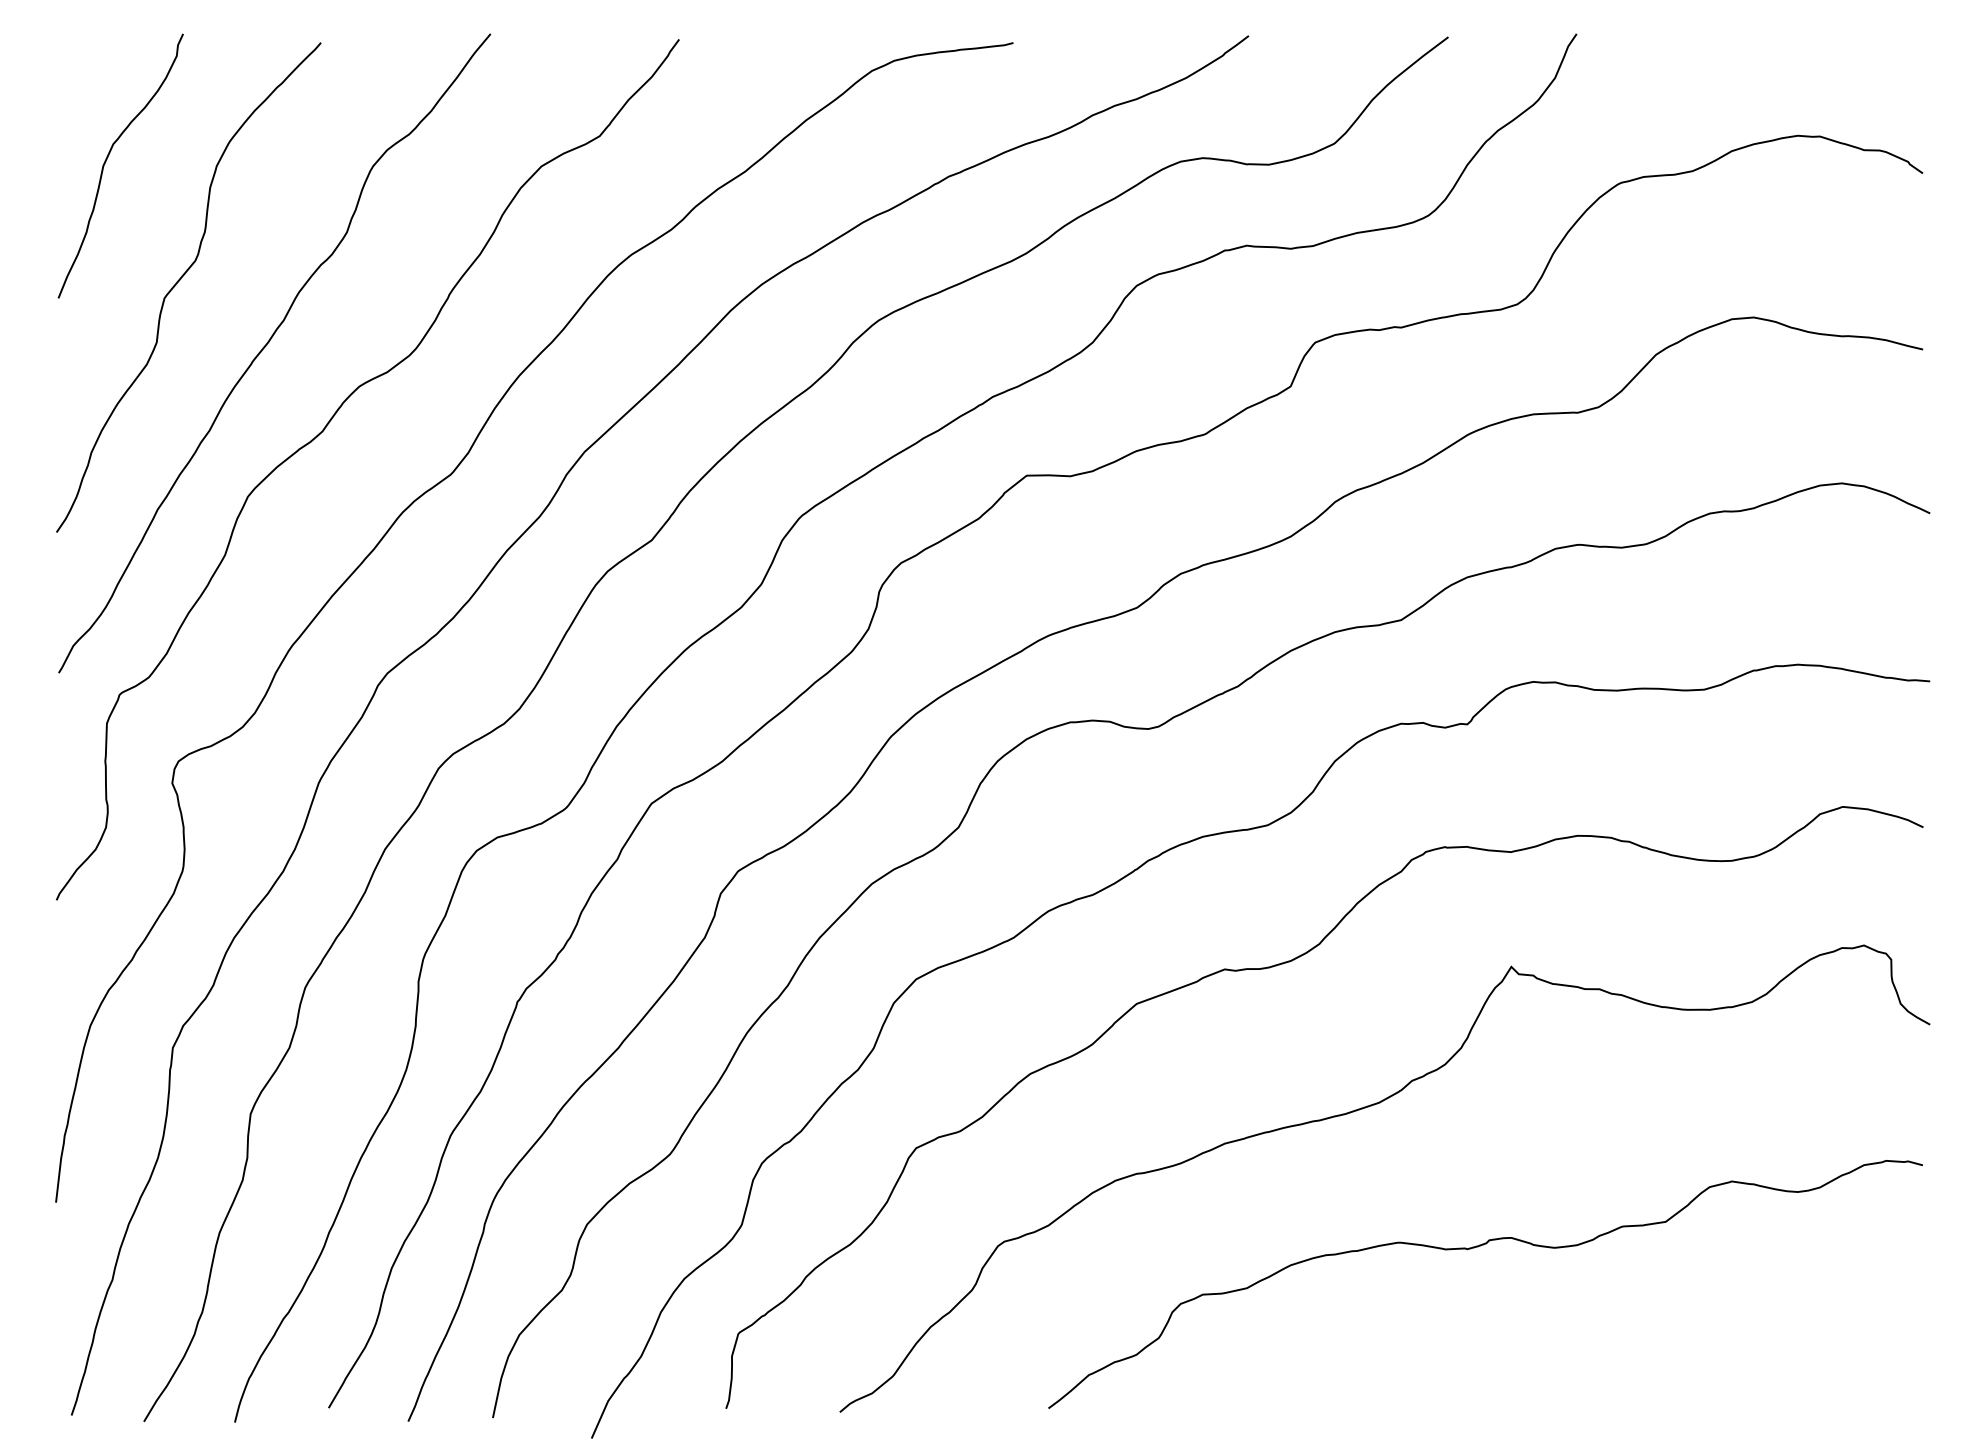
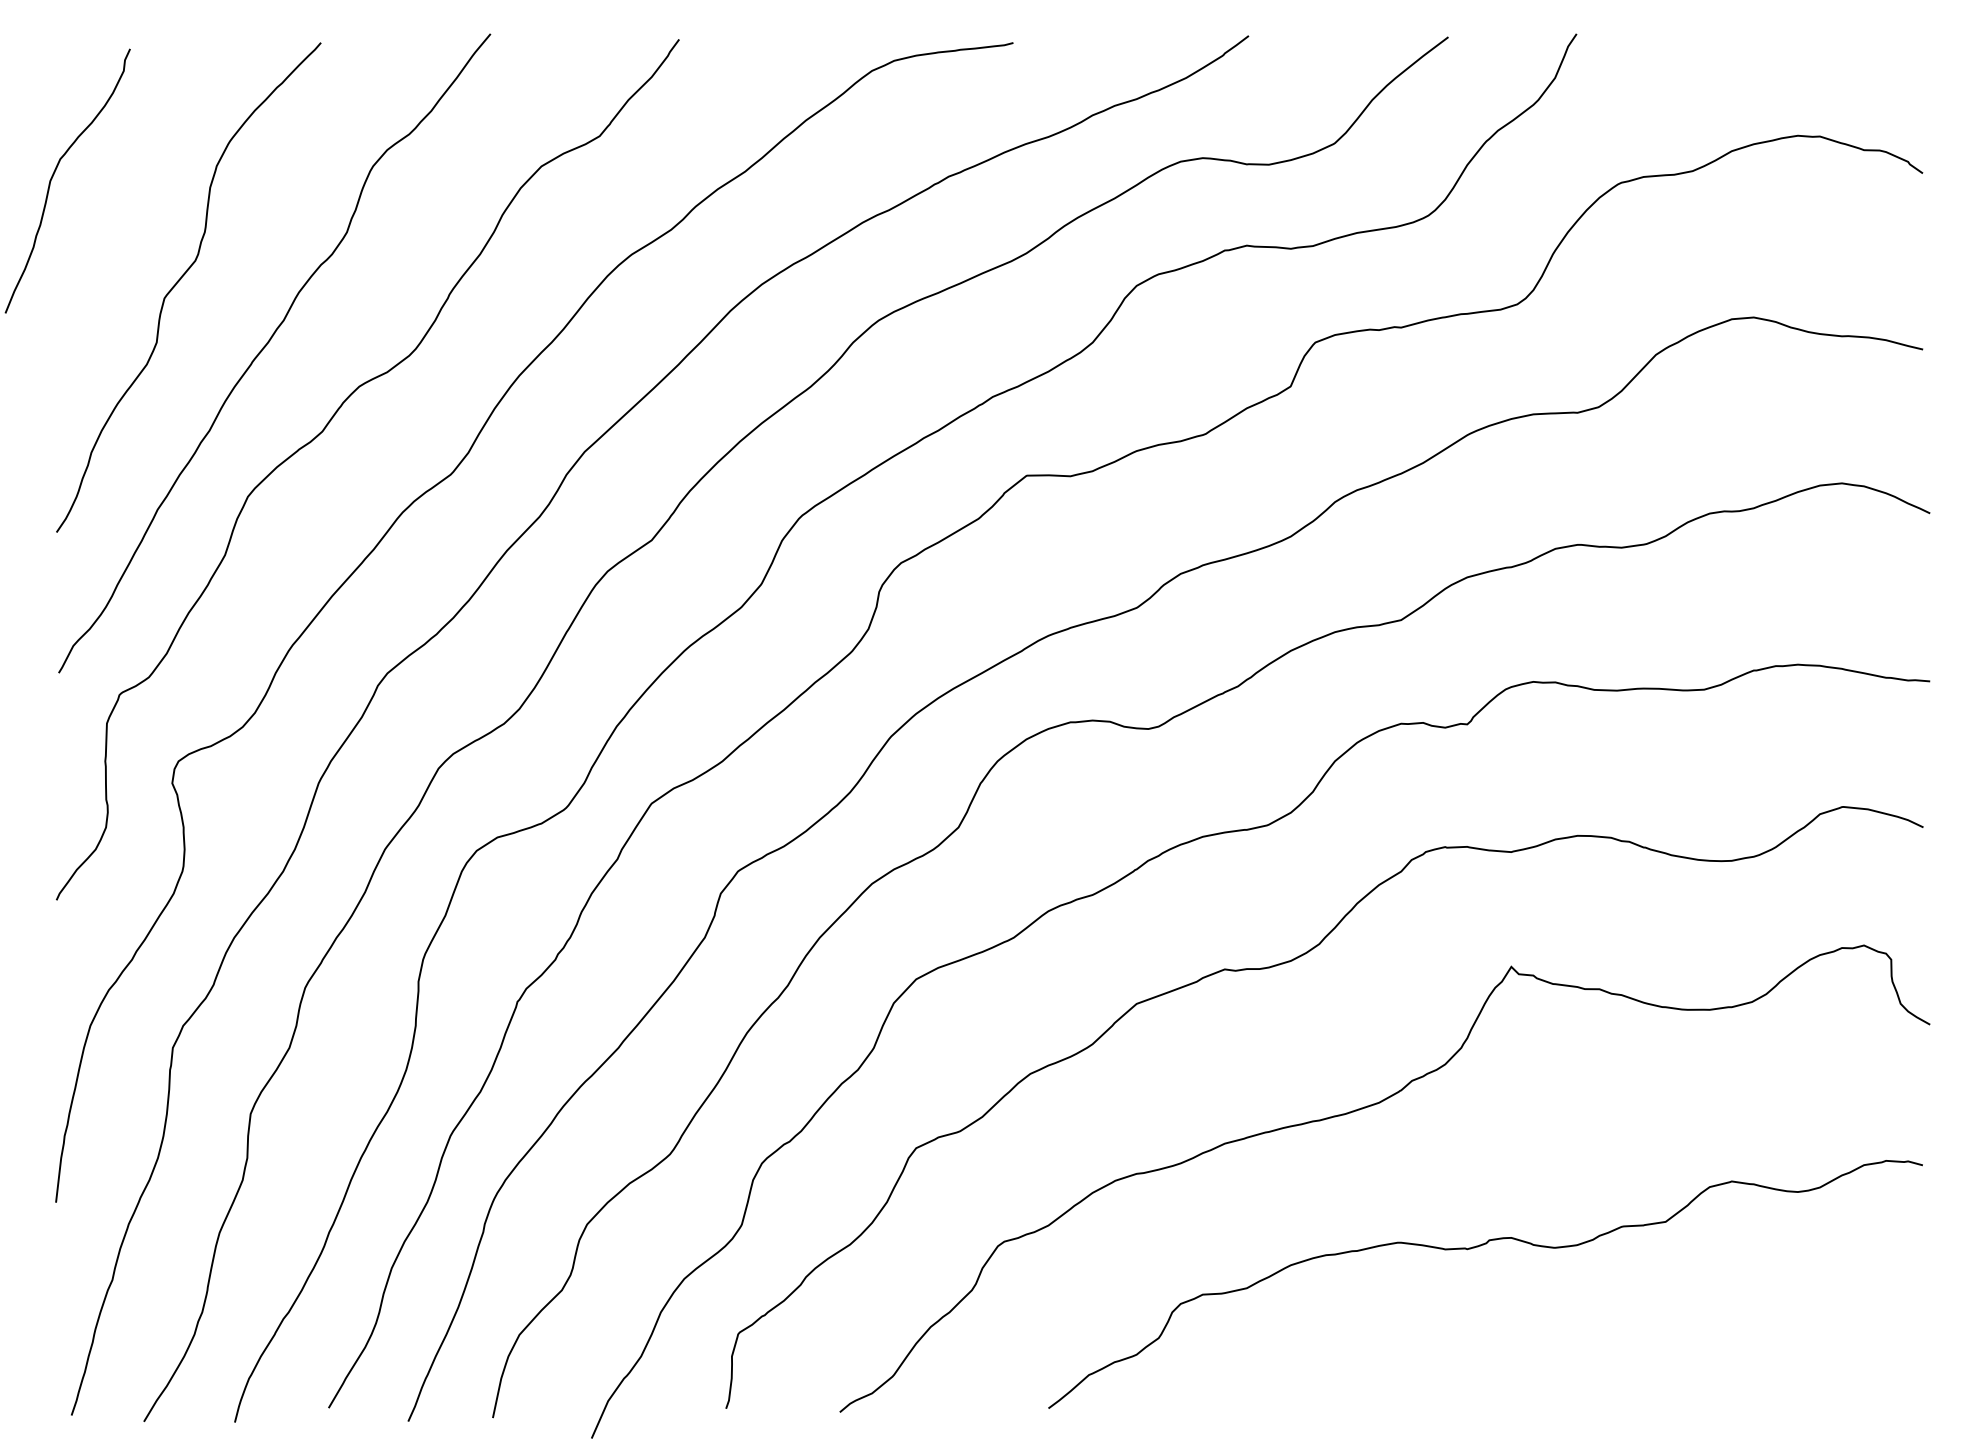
curve at (107, 159) position: (107, 159) -> (54, 174)
